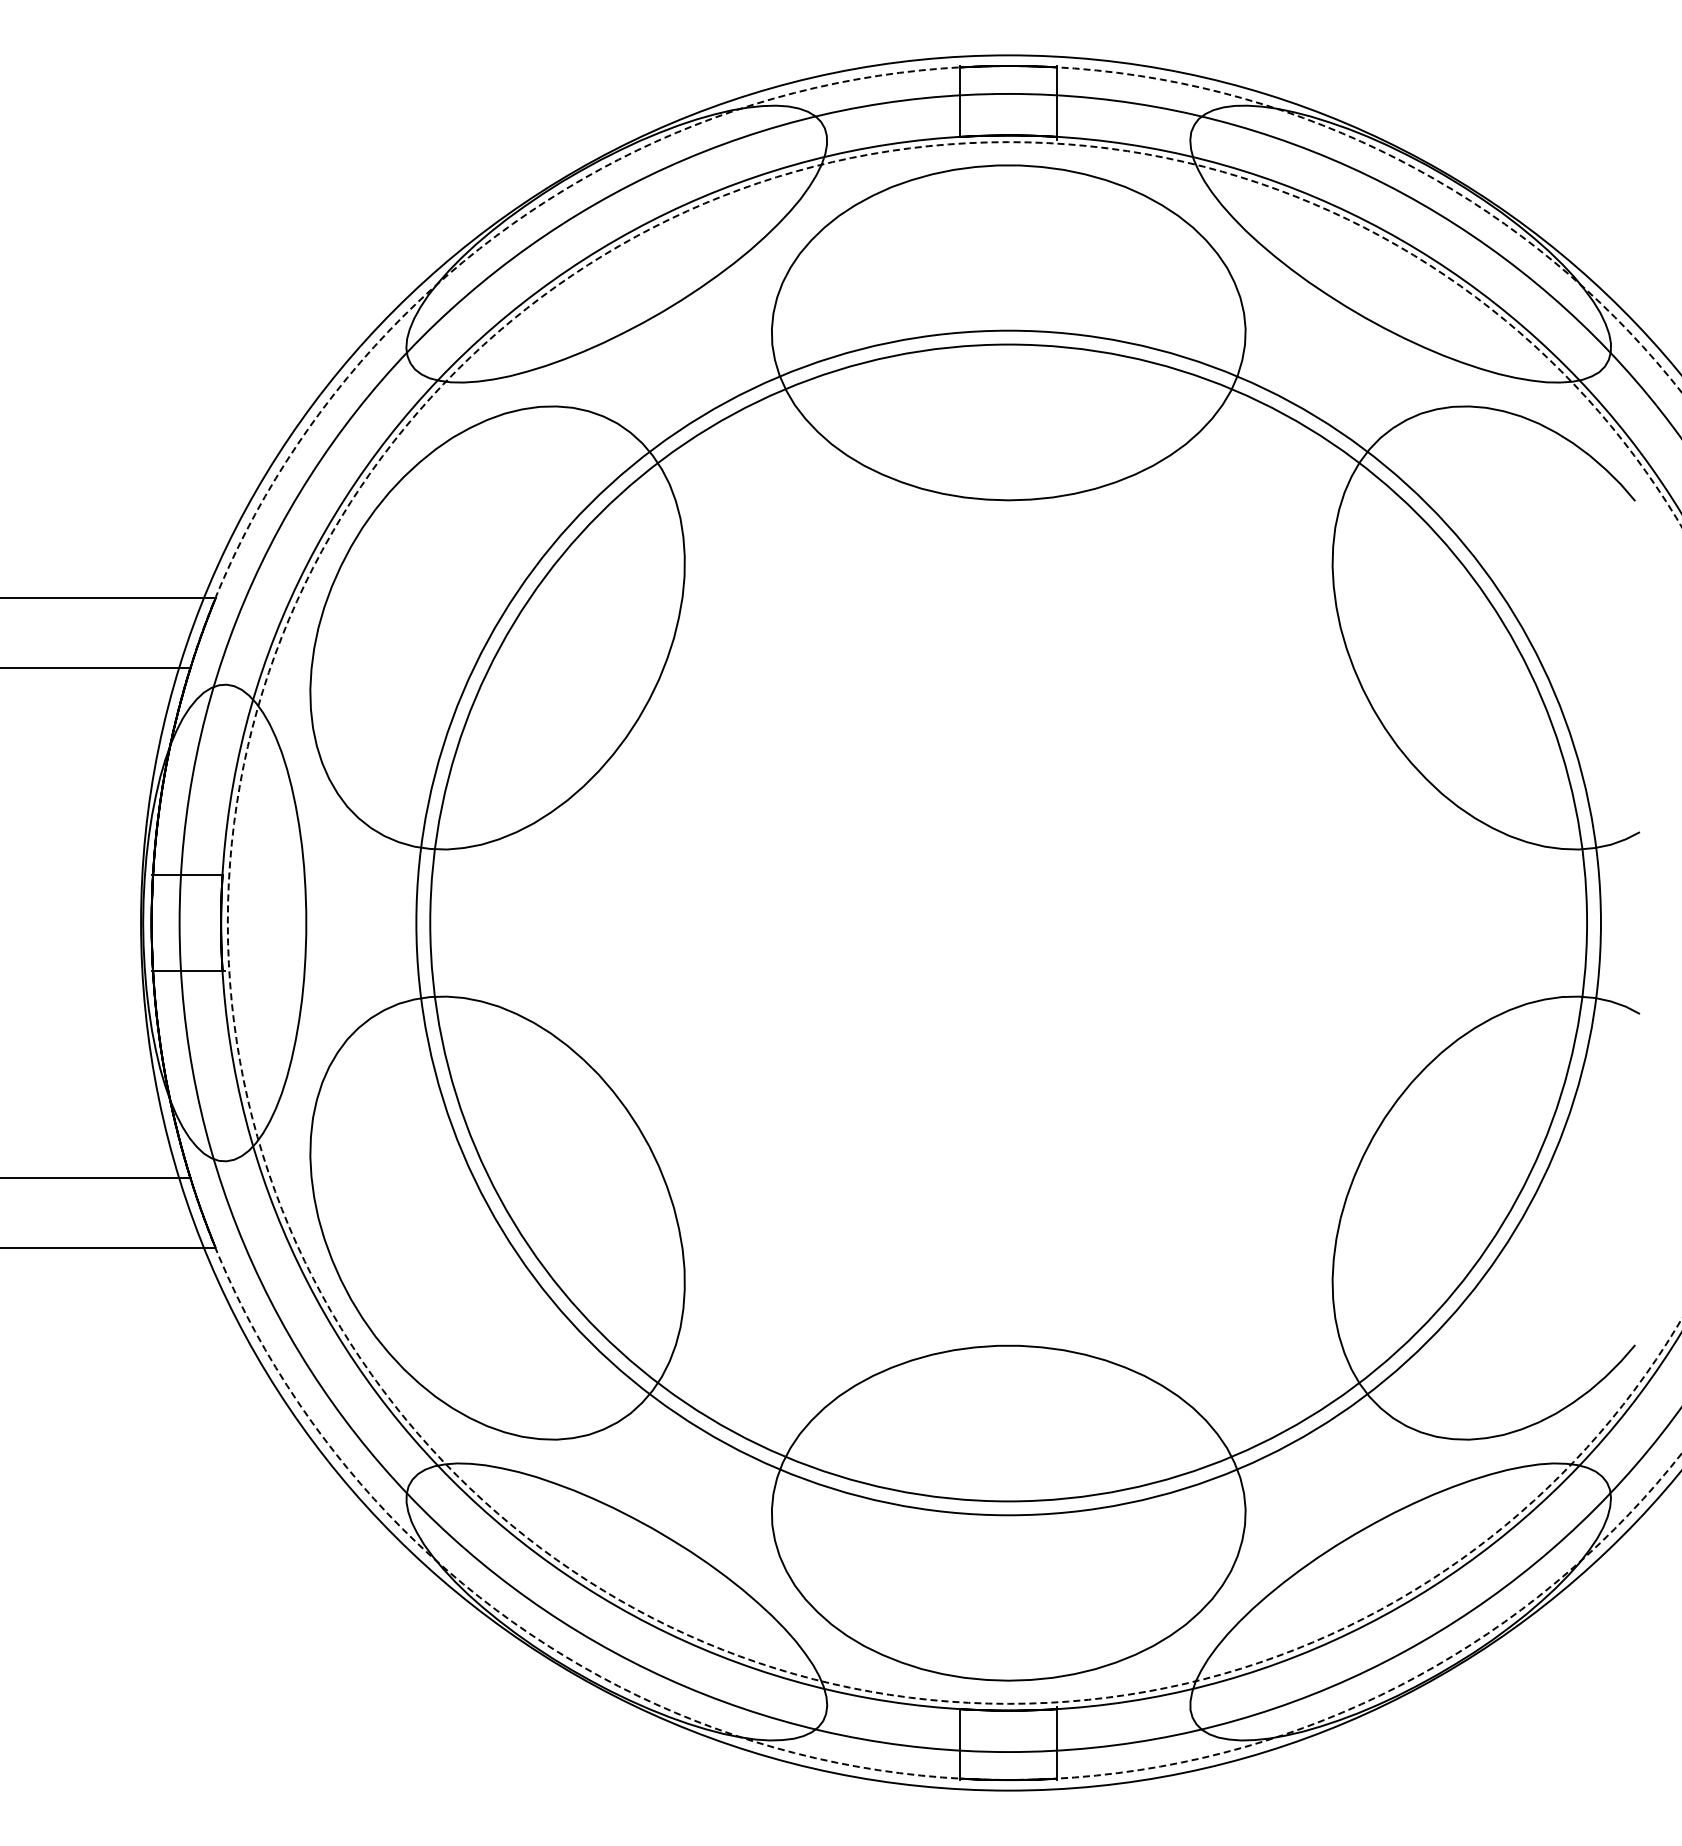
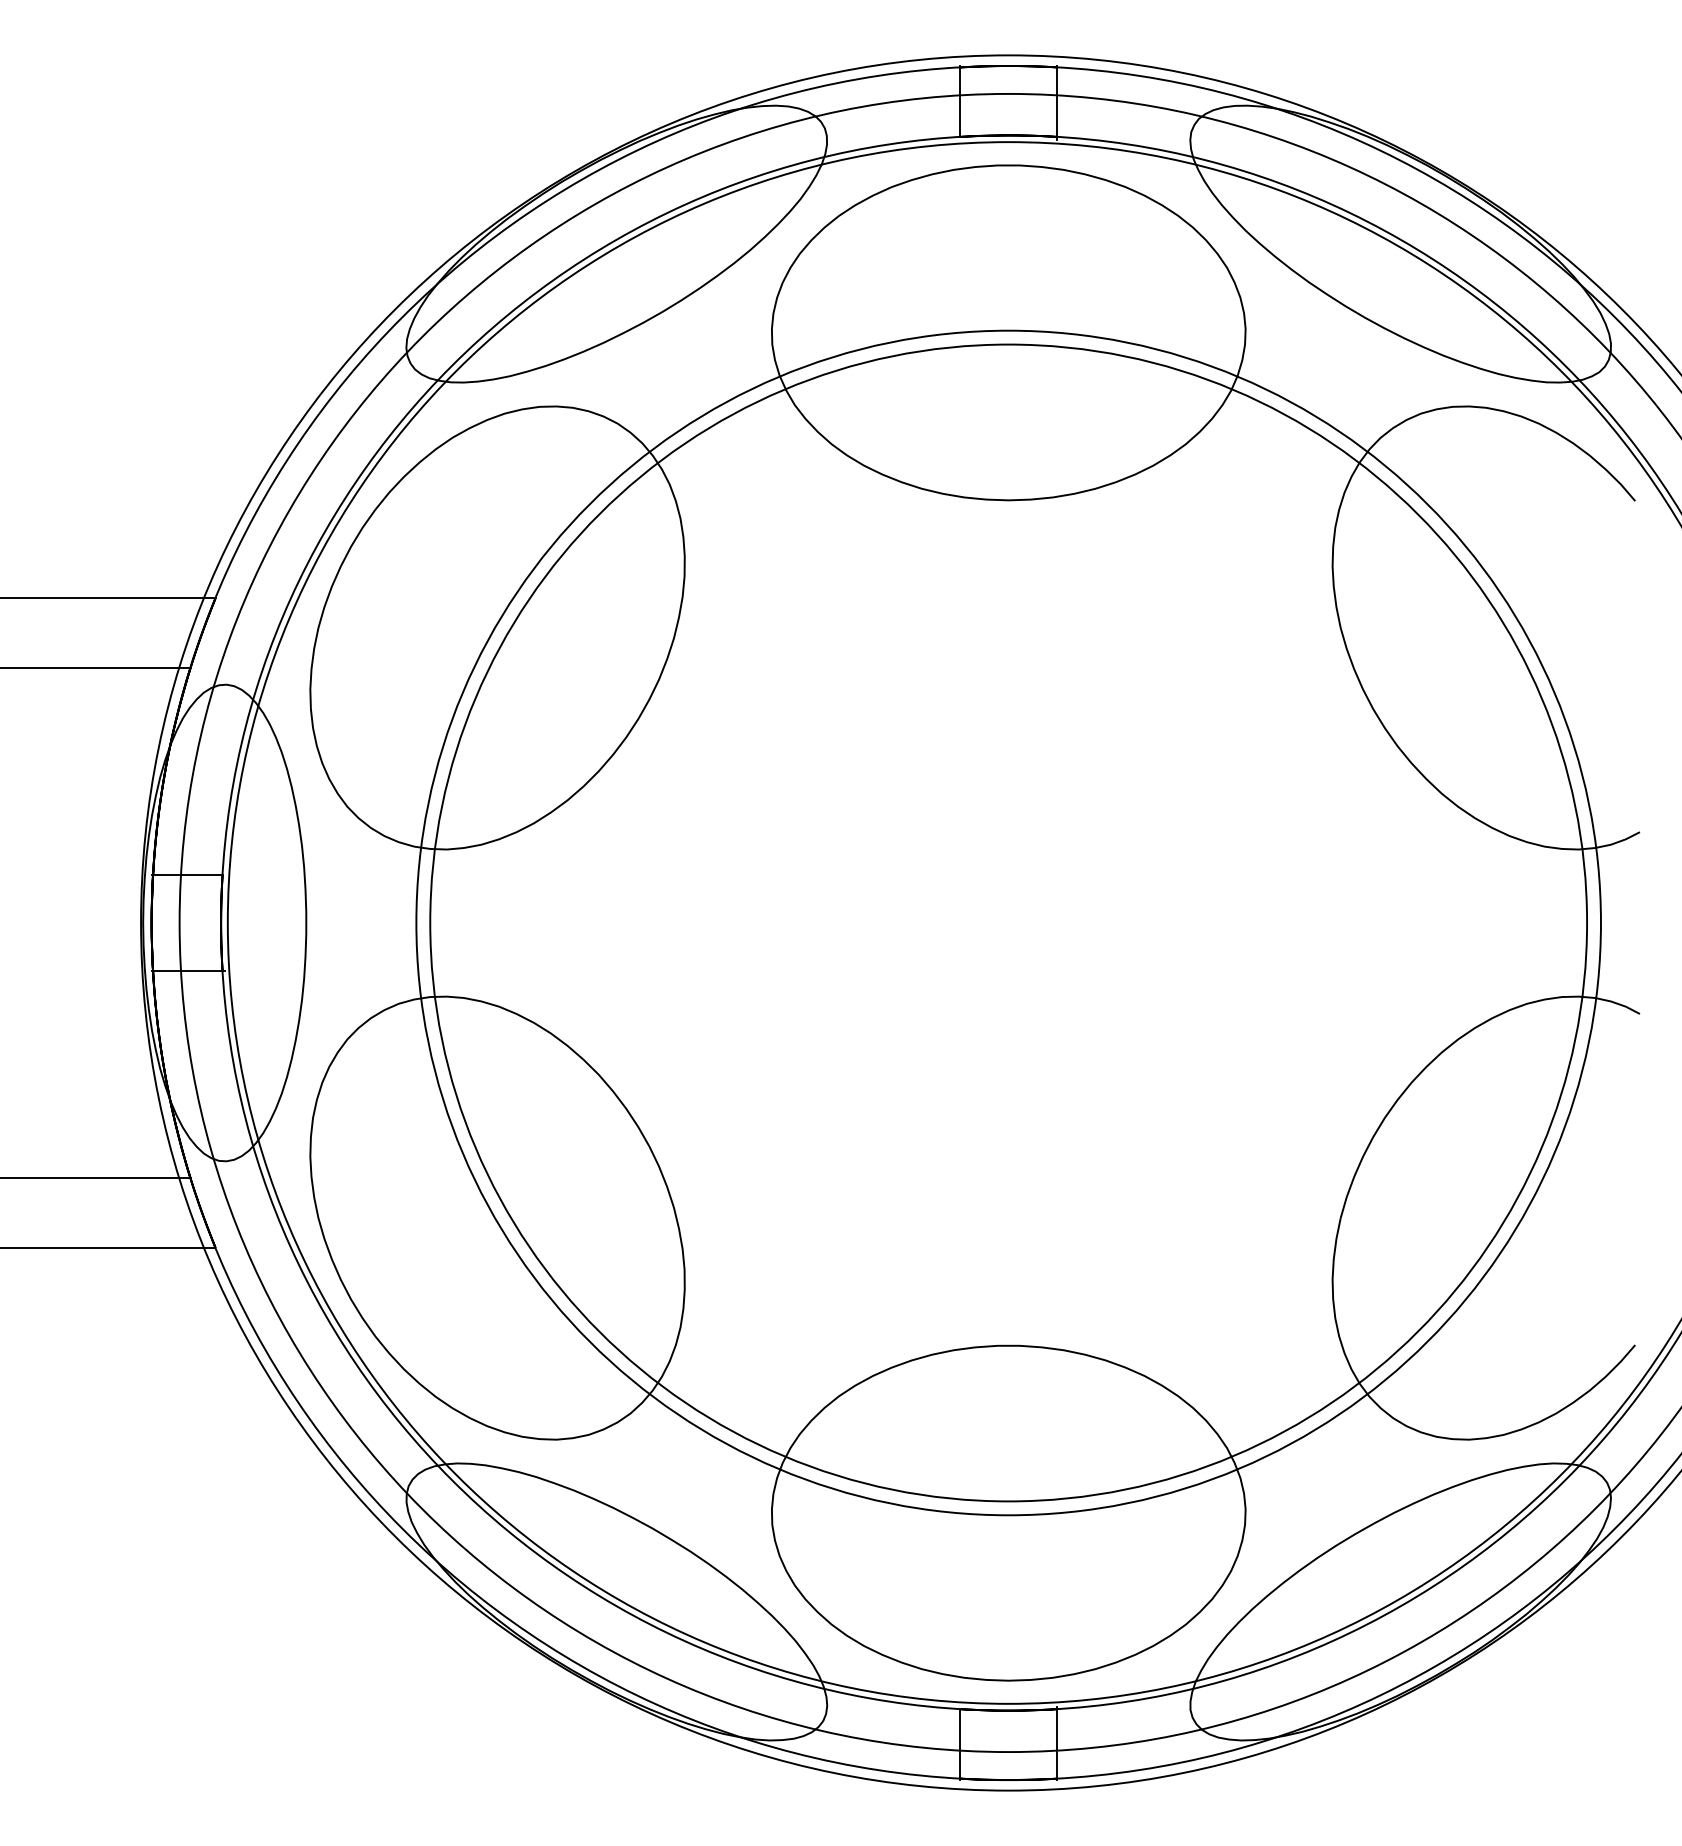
circle at (916, 922): dashed -> solid
circle at (954, 922): dashed -> solid
